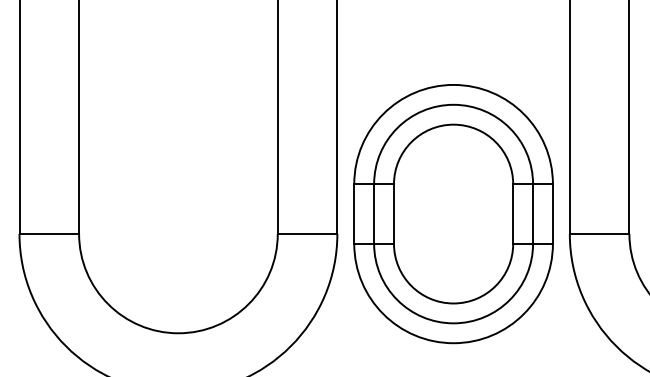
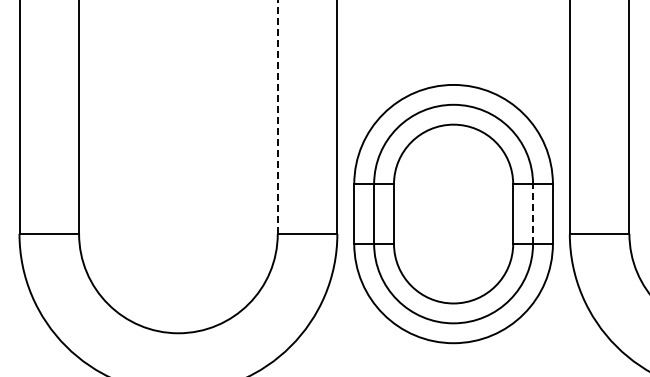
line at (277, 117): solid -> dashed
line at (533, 214): solid -> dashed
